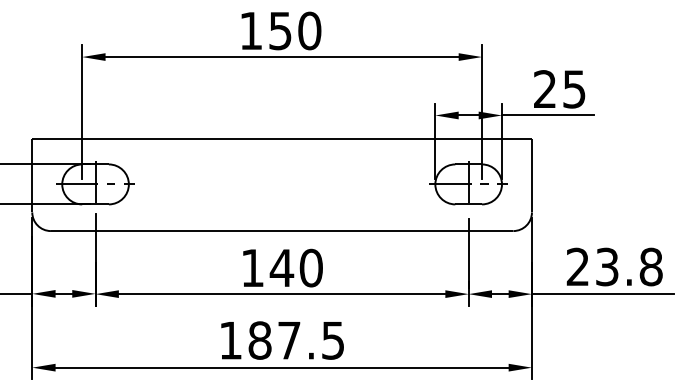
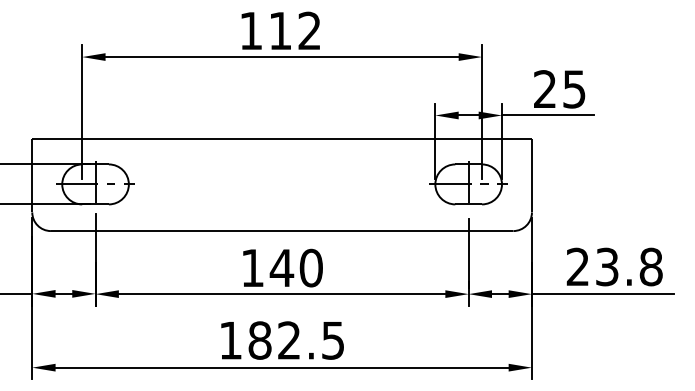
text at (295, 30): 150 -> 112
text at (289, 340): 187.5 -> 182.5
